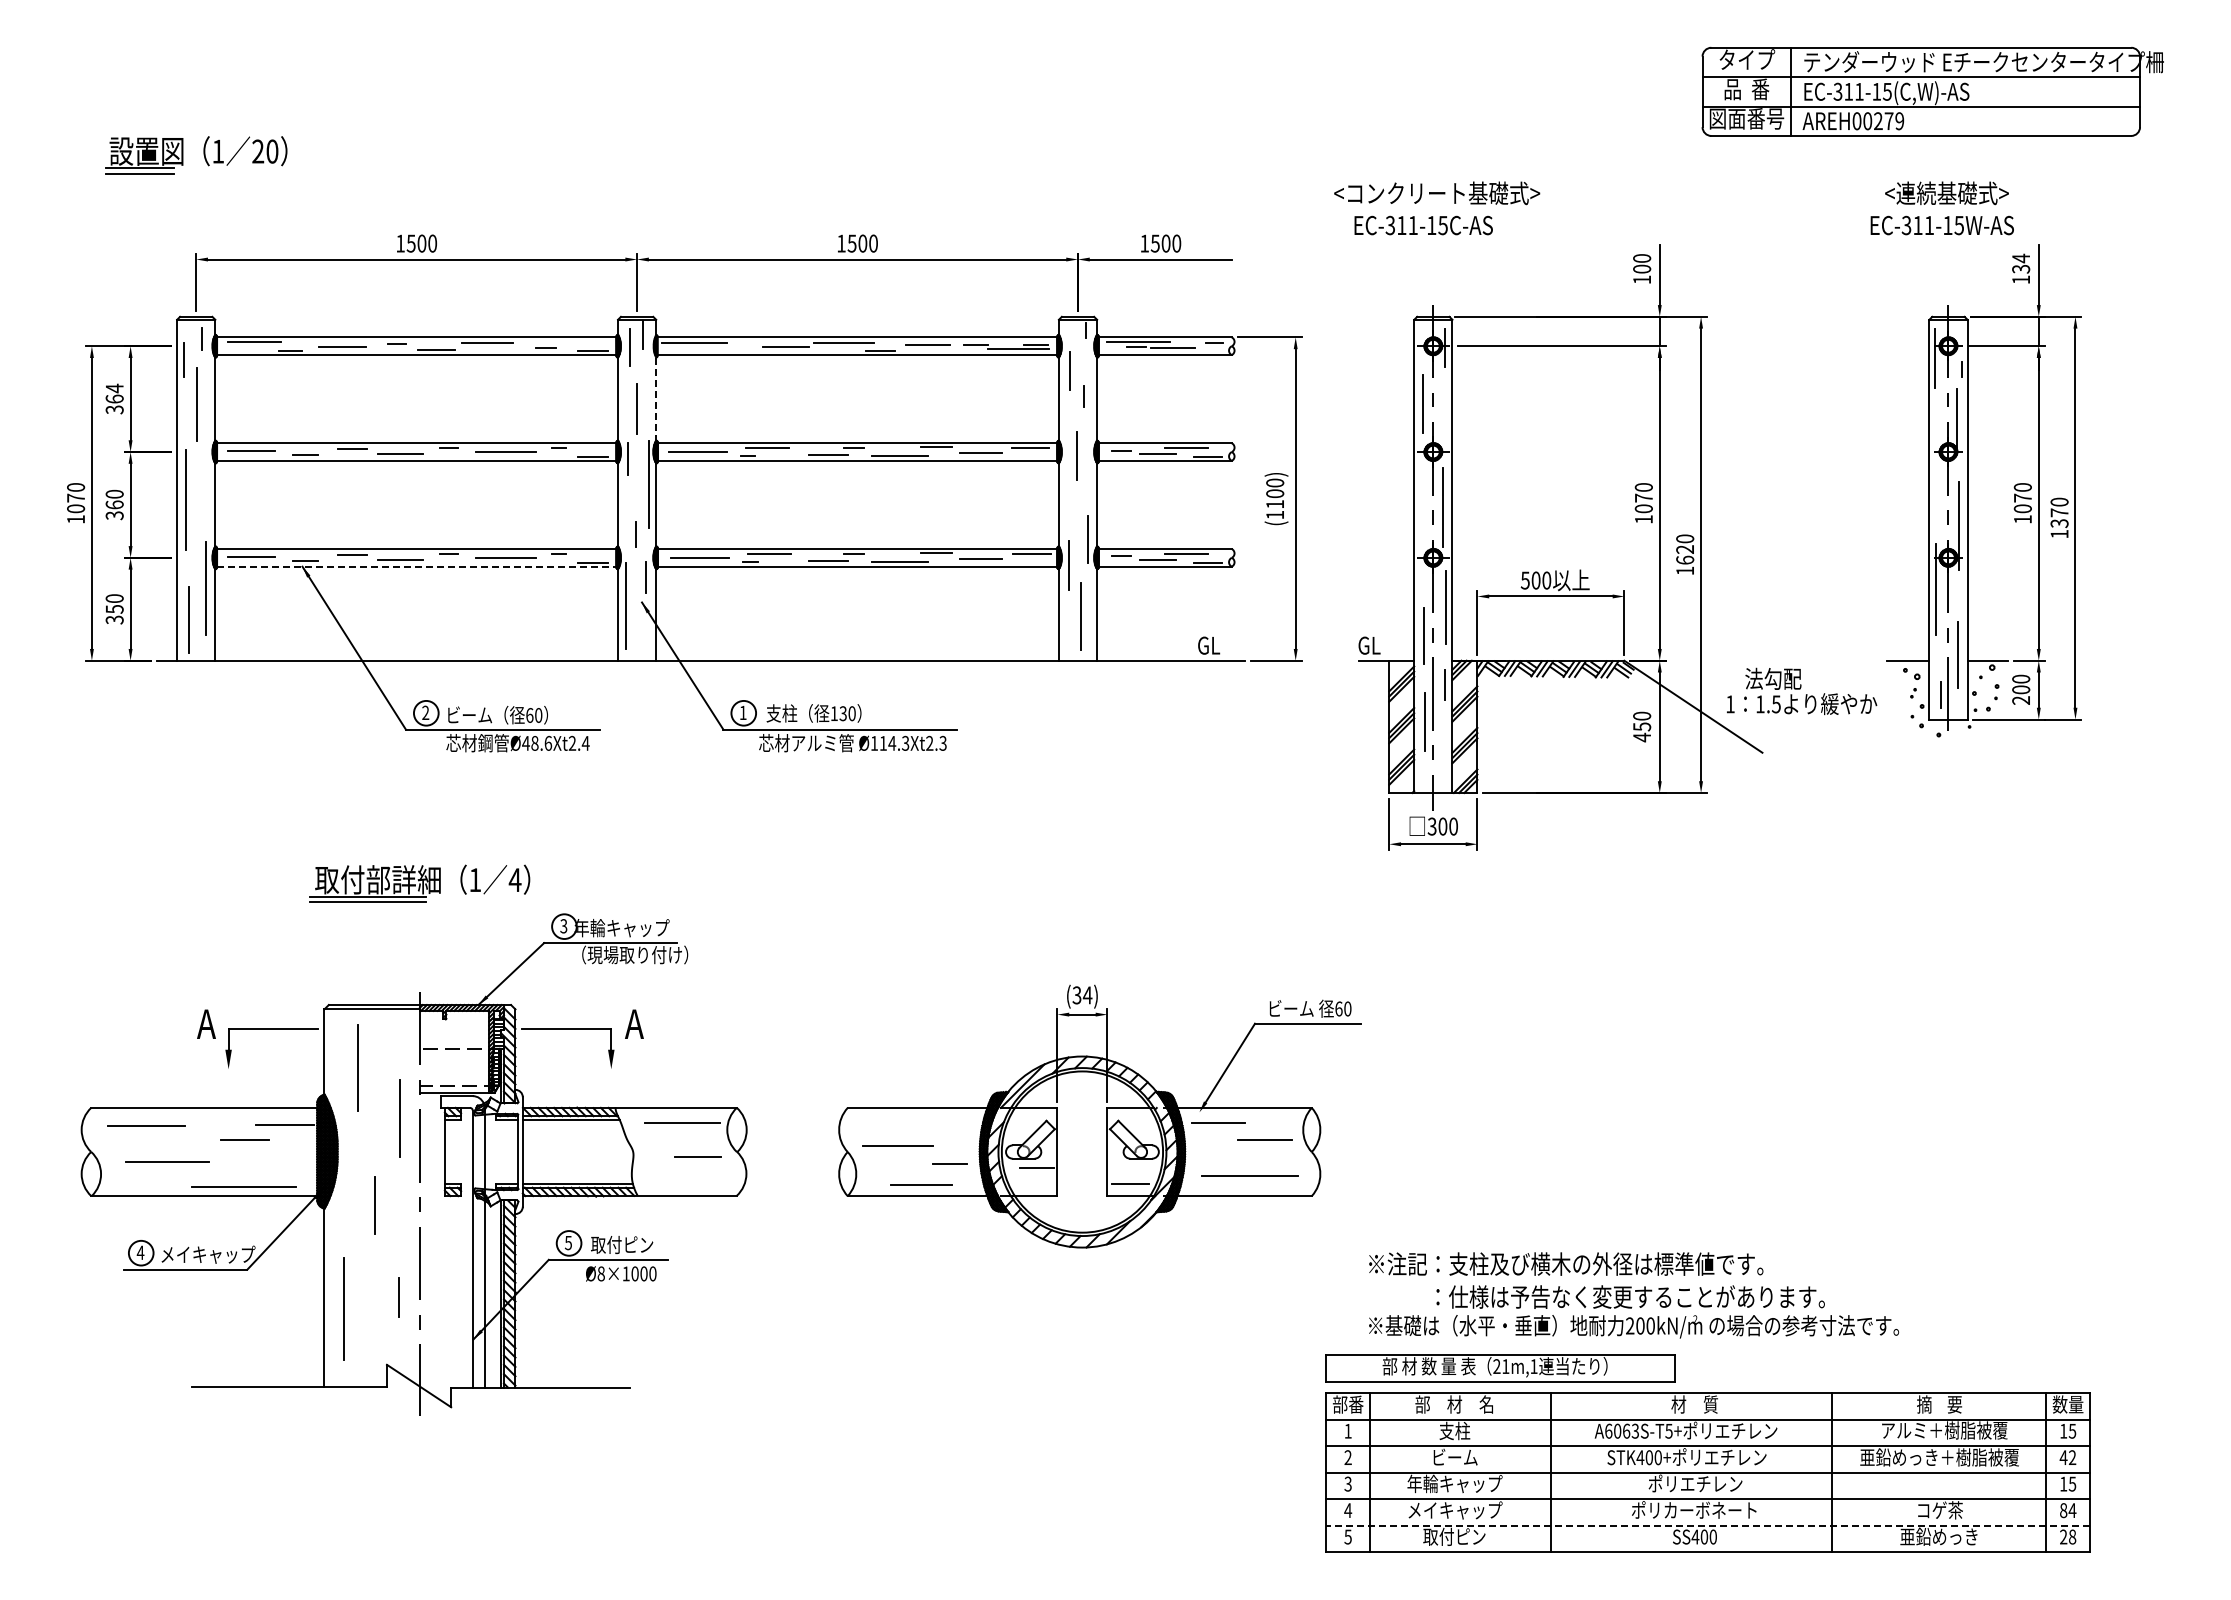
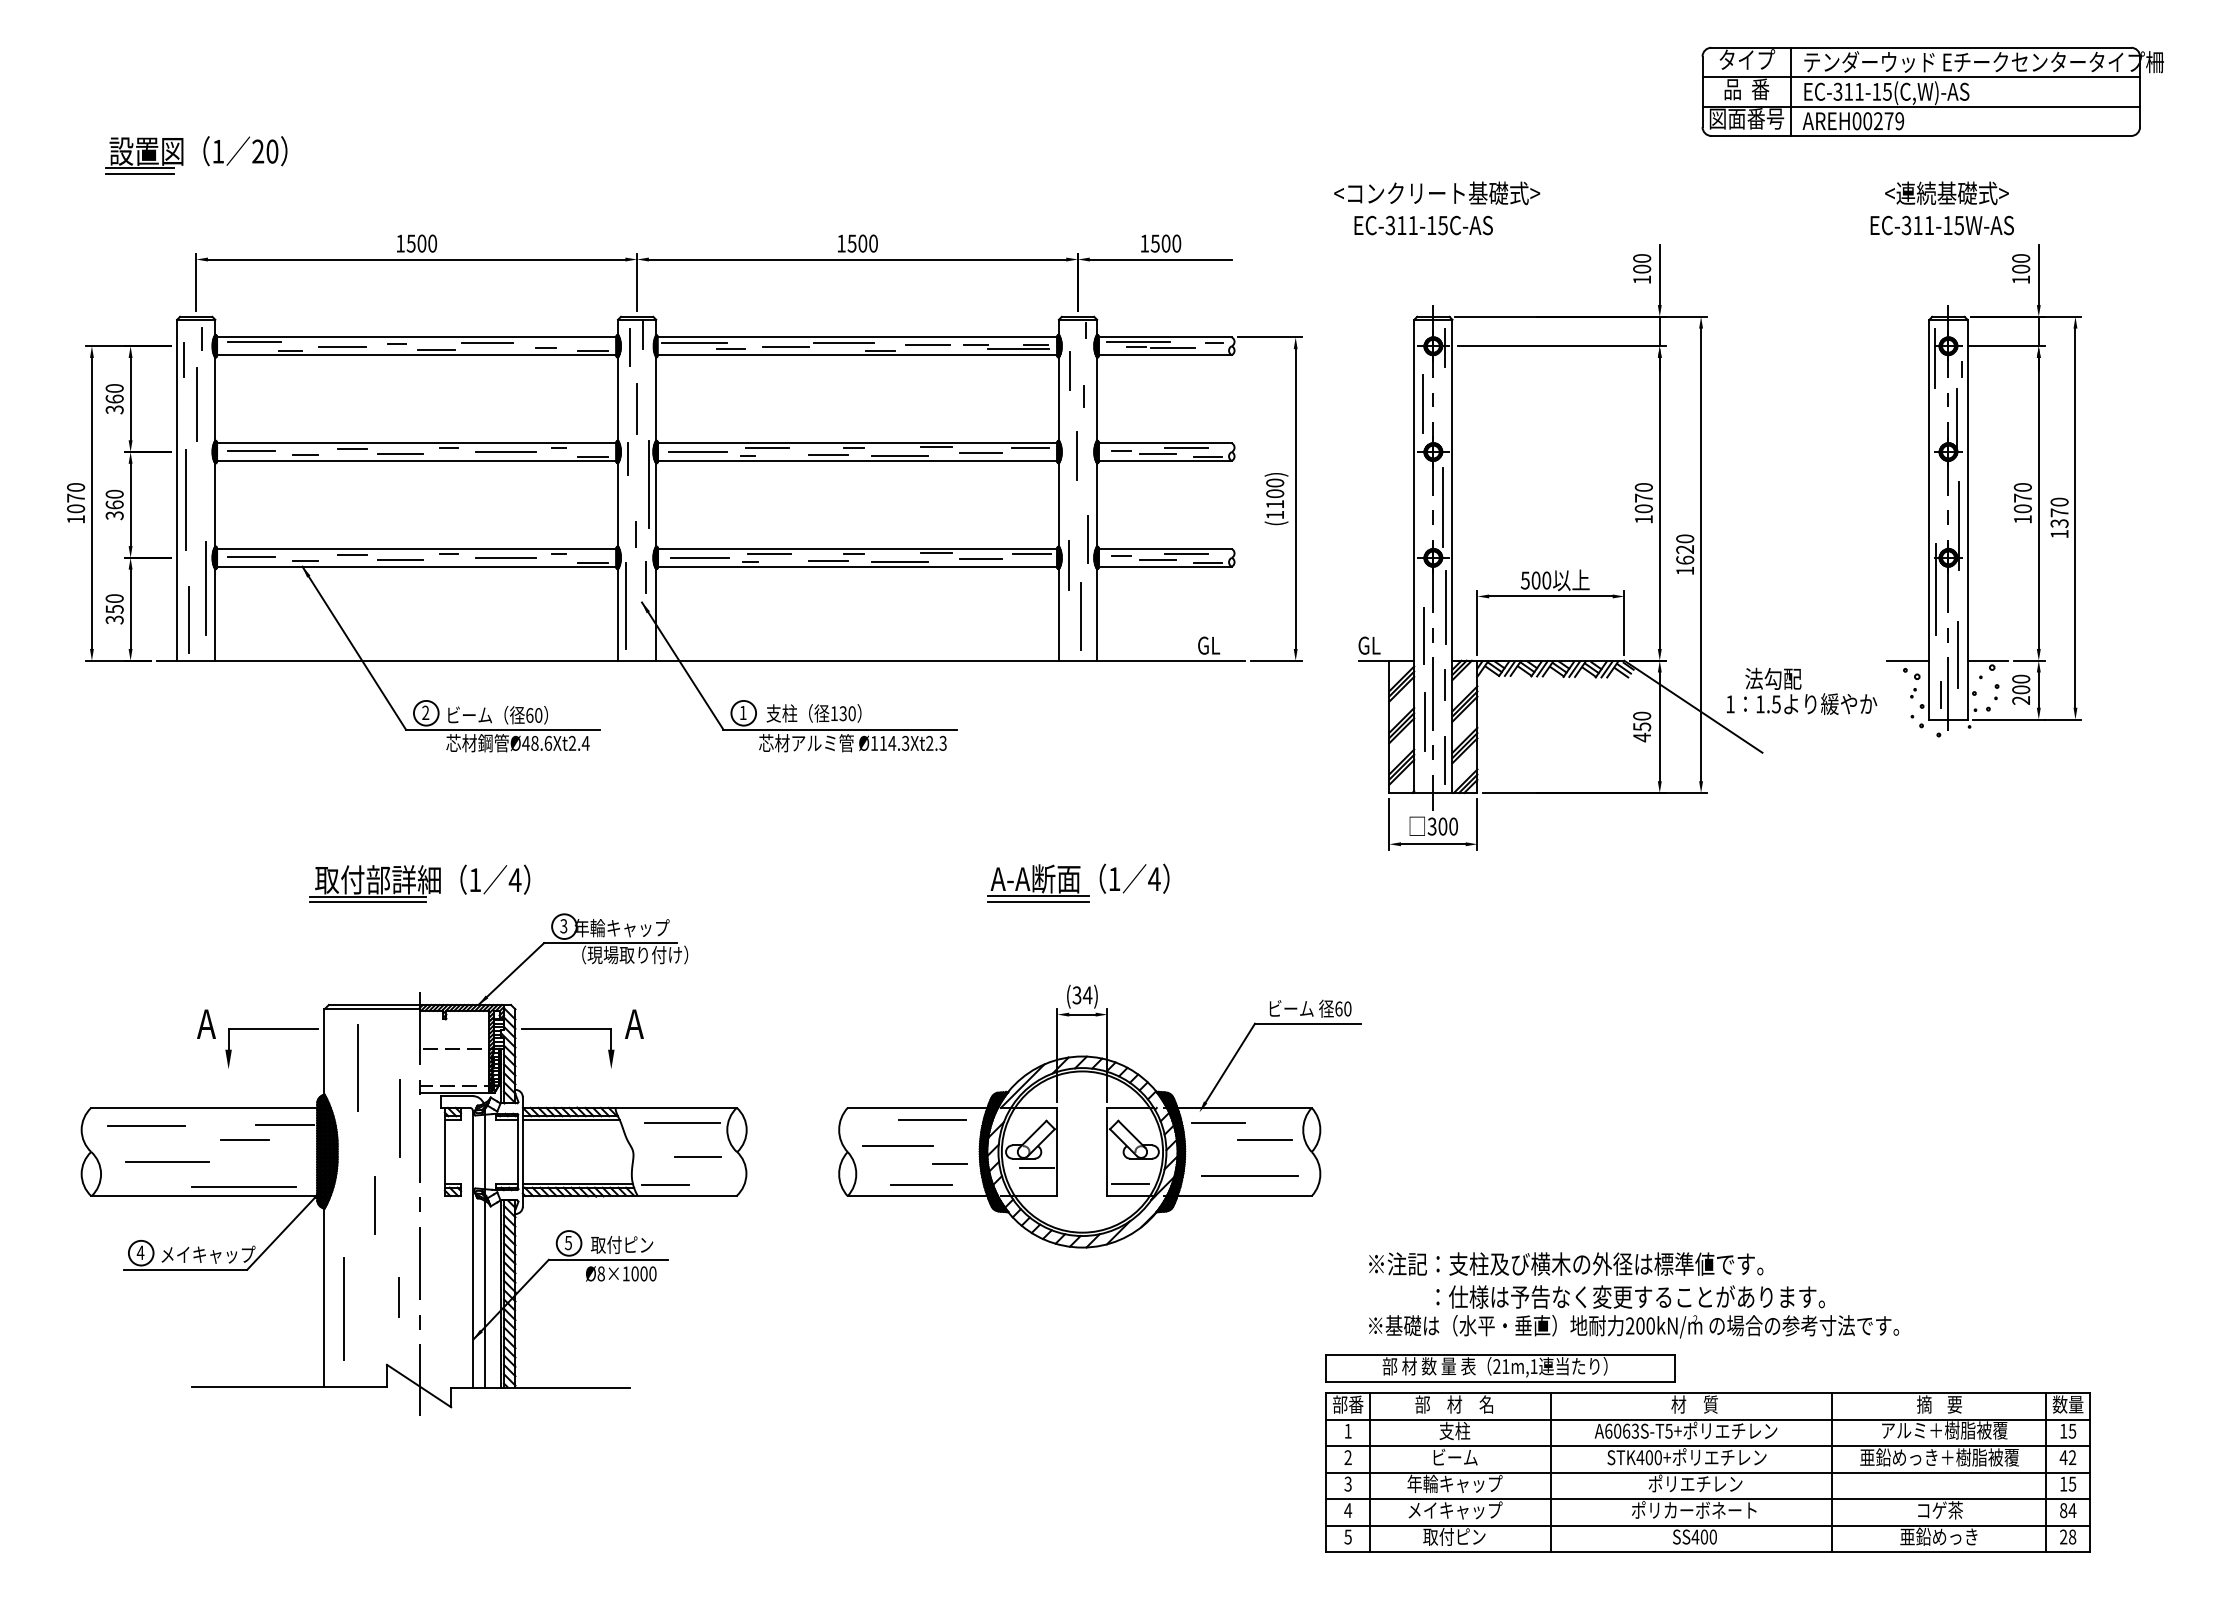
text at (2021, 263): 134 -> 100
line at (730, 348): none -> present
text at (114, 388): 364 -> 360
line at (656, 399): dashed -> solid
line at (416, 566): dashed -> solid
line at (1444, 760): none -> present
part at (1078, 882): none -> present
line at (932, 1119): none -> present
line at (664, 1184): none -> present
line at (1707, 1525): dashed -> solid
